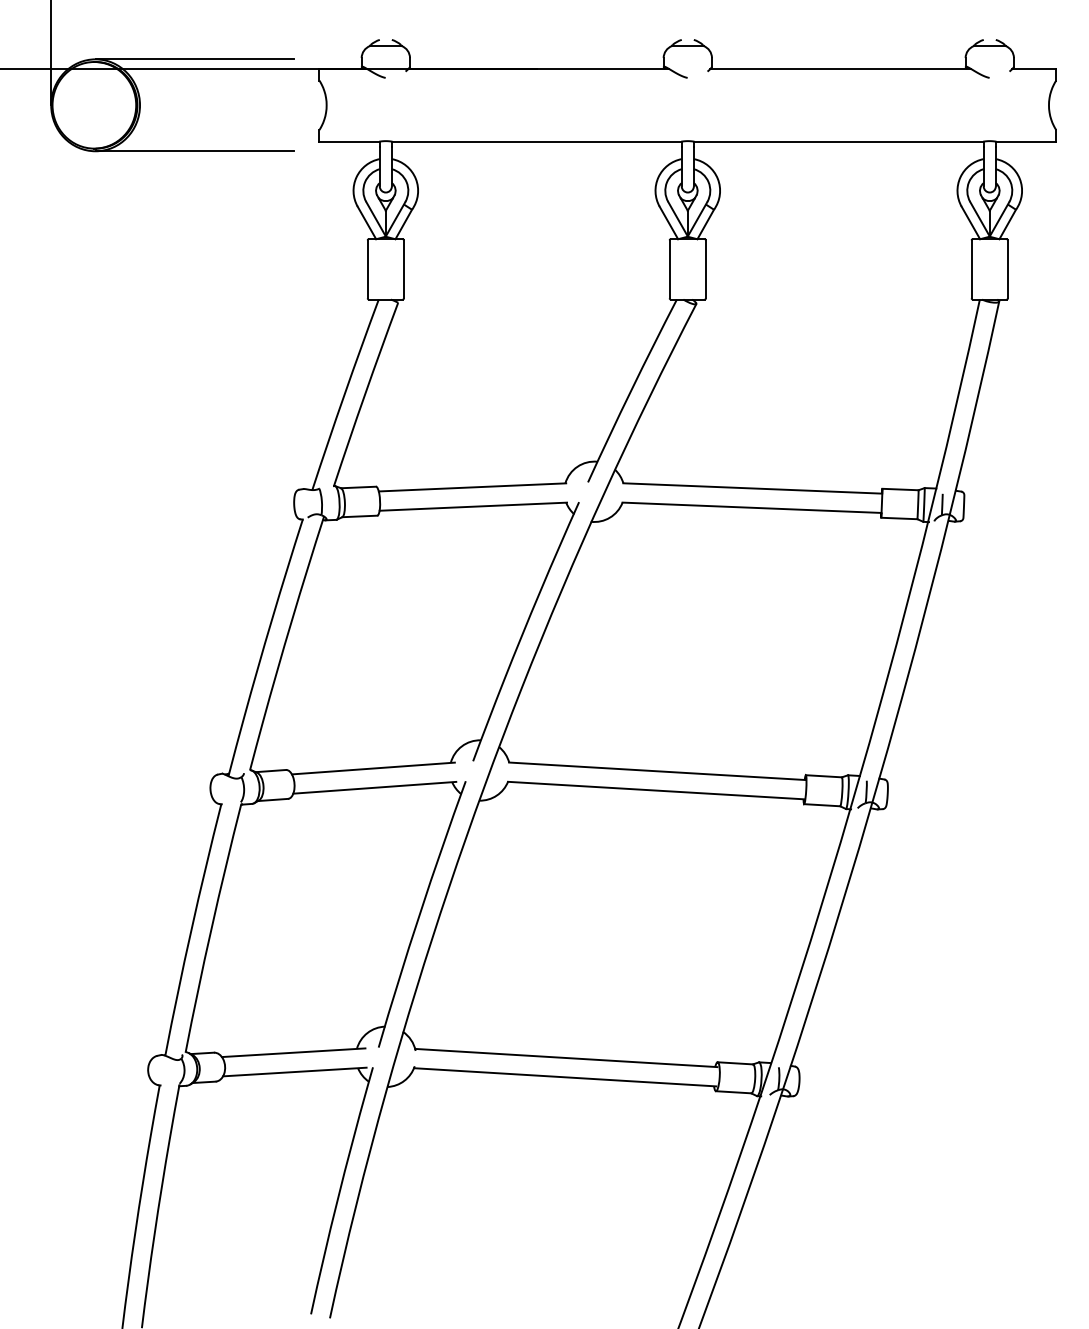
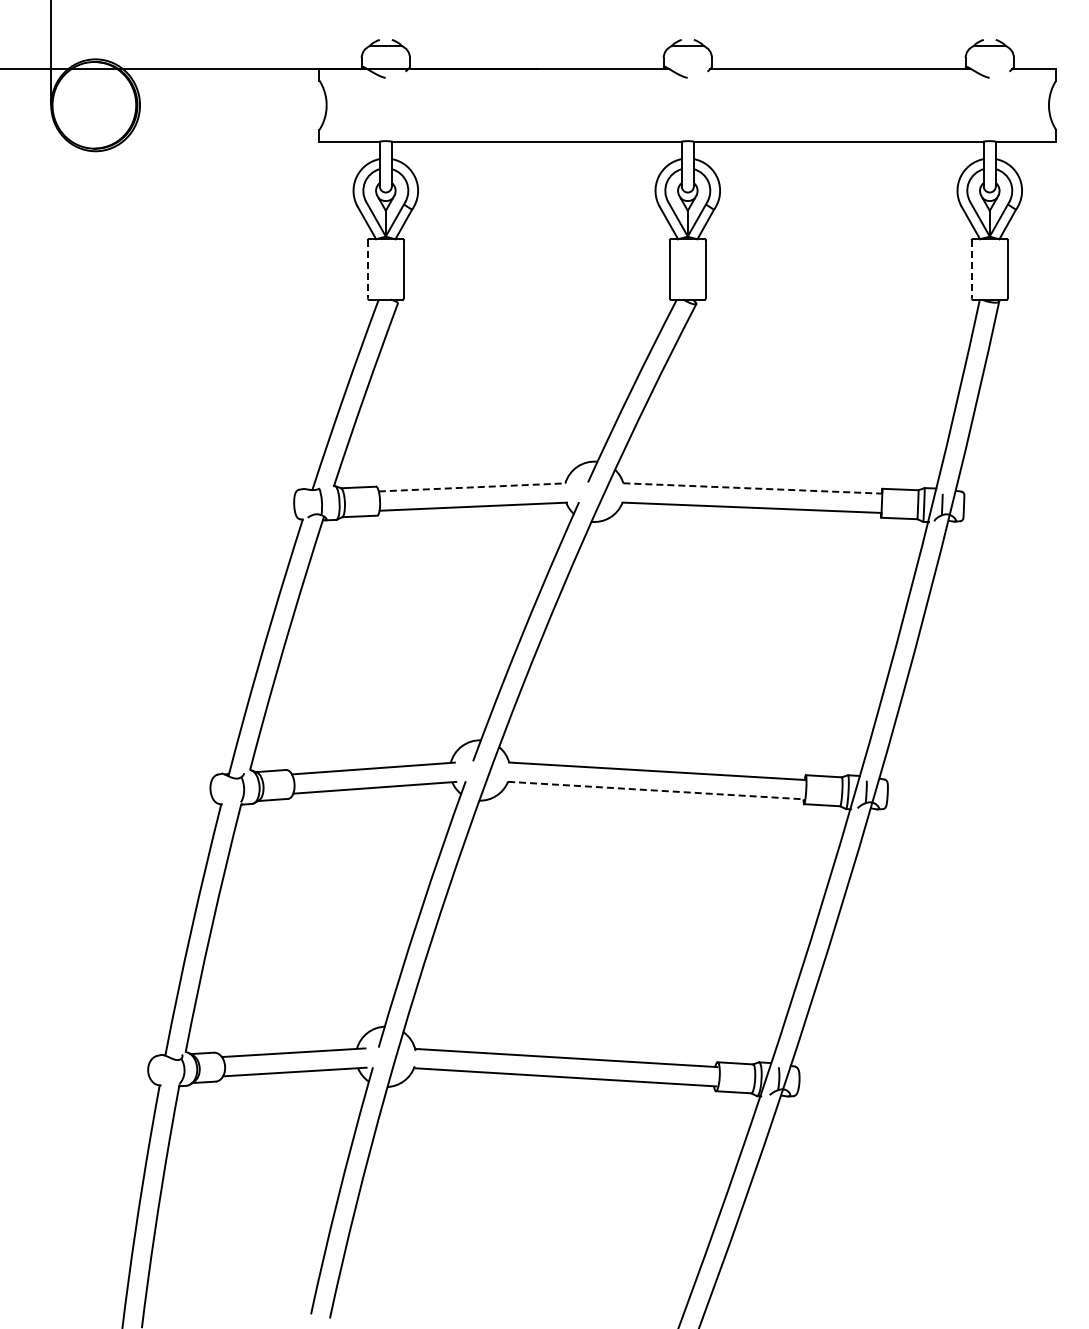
line at (194, 59): present -> none
line at (194, 151): present -> none
line at (367, 269): solid -> dashed
line at (971, 269): solid -> dashed
line at (472, 487): solid -> dashed
line at (752, 488): solid -> dashed
line at (656, 790): solid -> dashed
